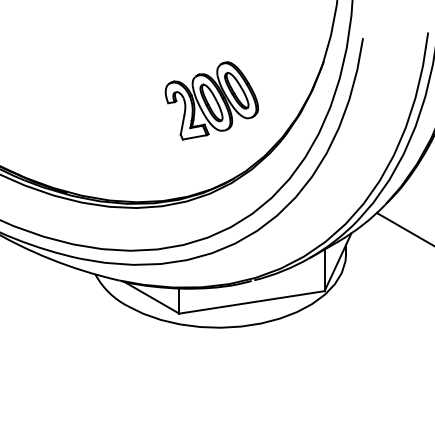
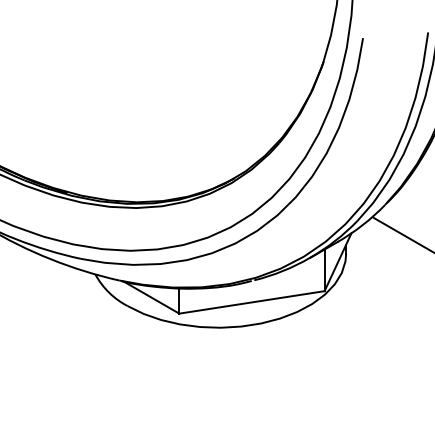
part at (211, 100): present -> none
line at (403, 228) position: (403, 228) -> (402, 234)
